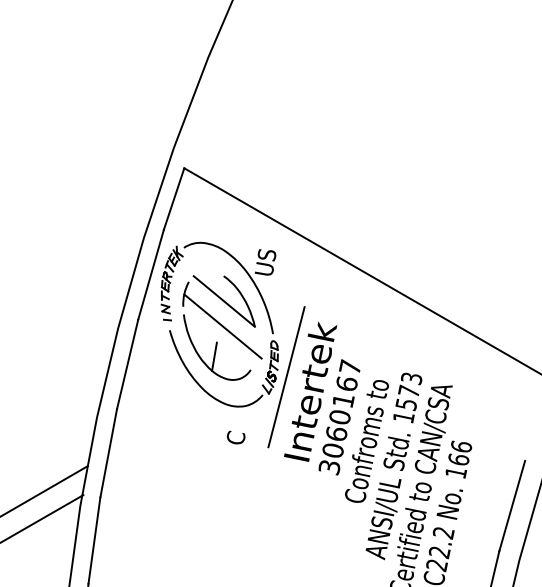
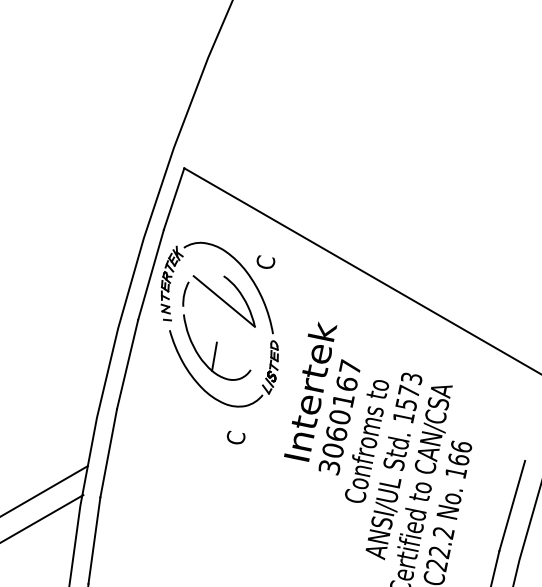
text at (265, 262): US -> C
line at (222, 326): present -> none
line at (286, 377): present -> none
